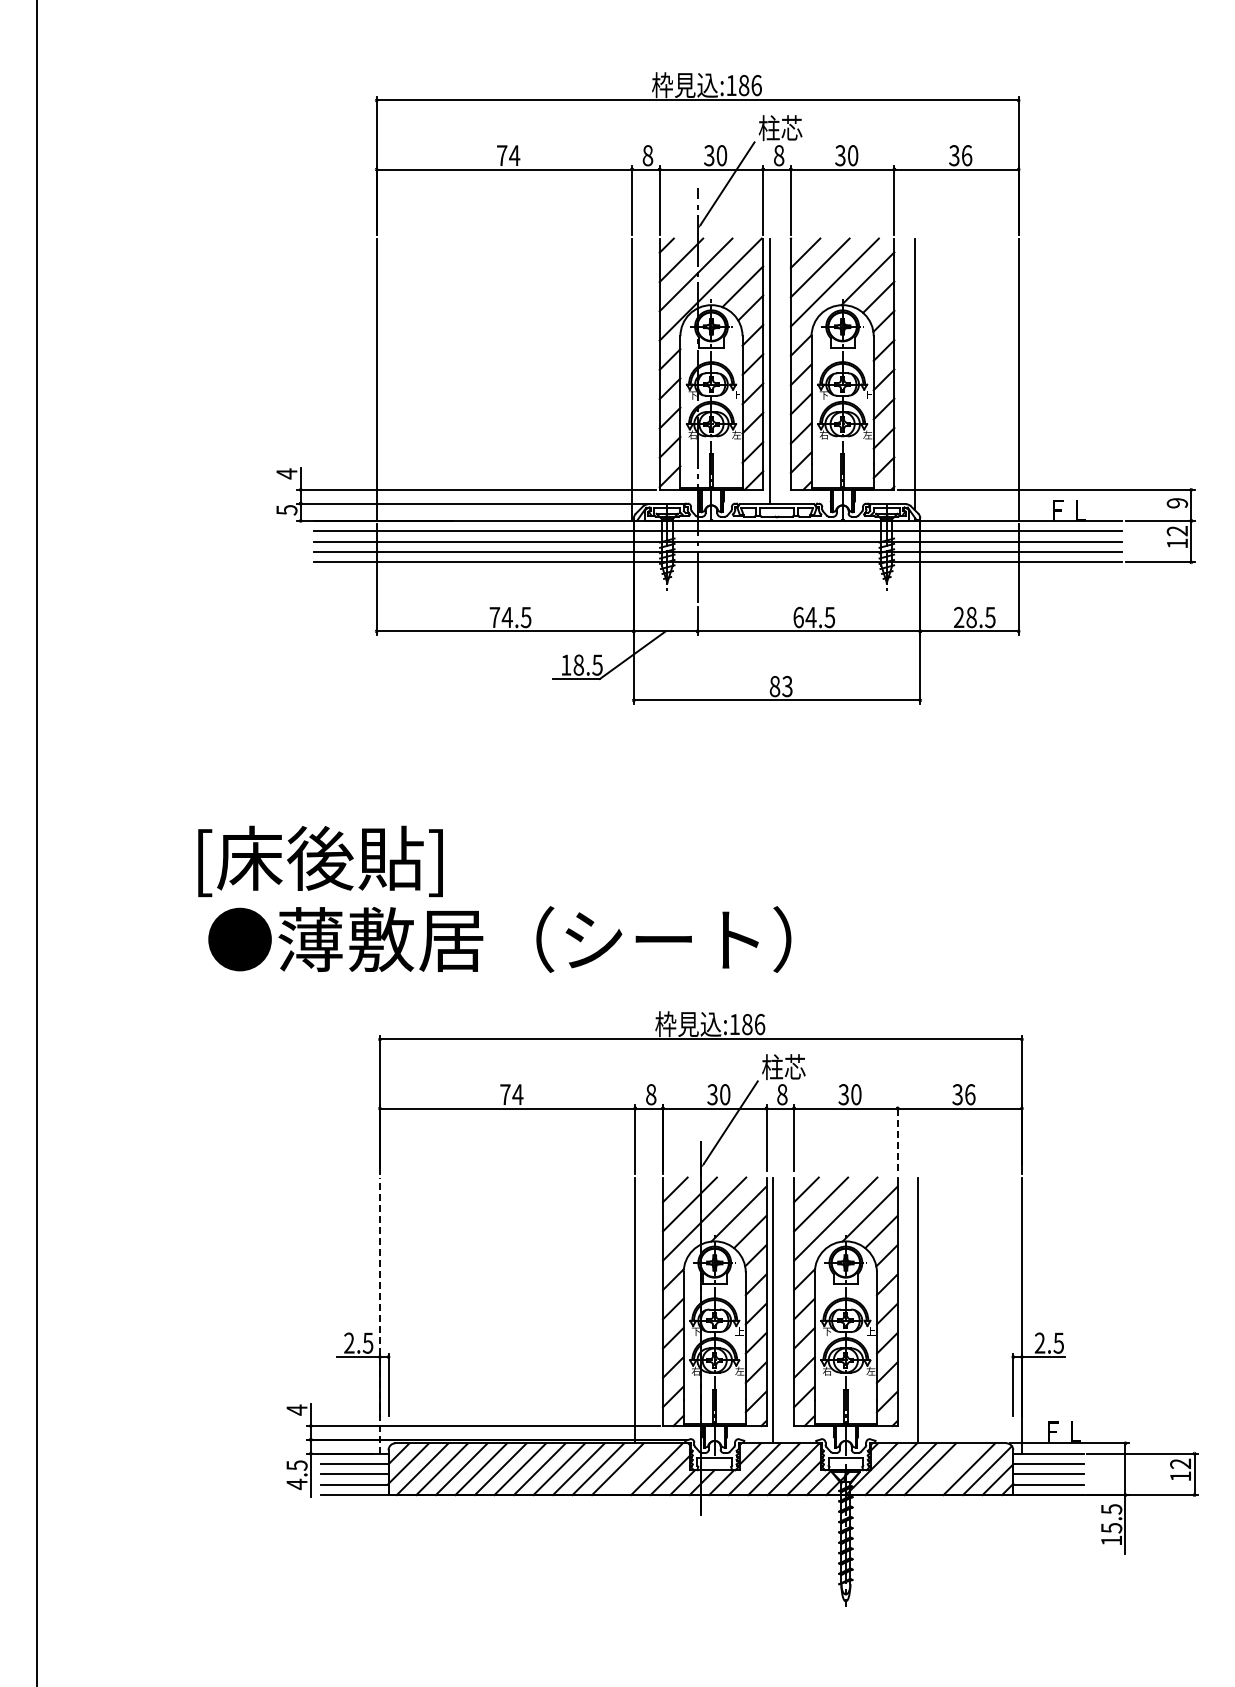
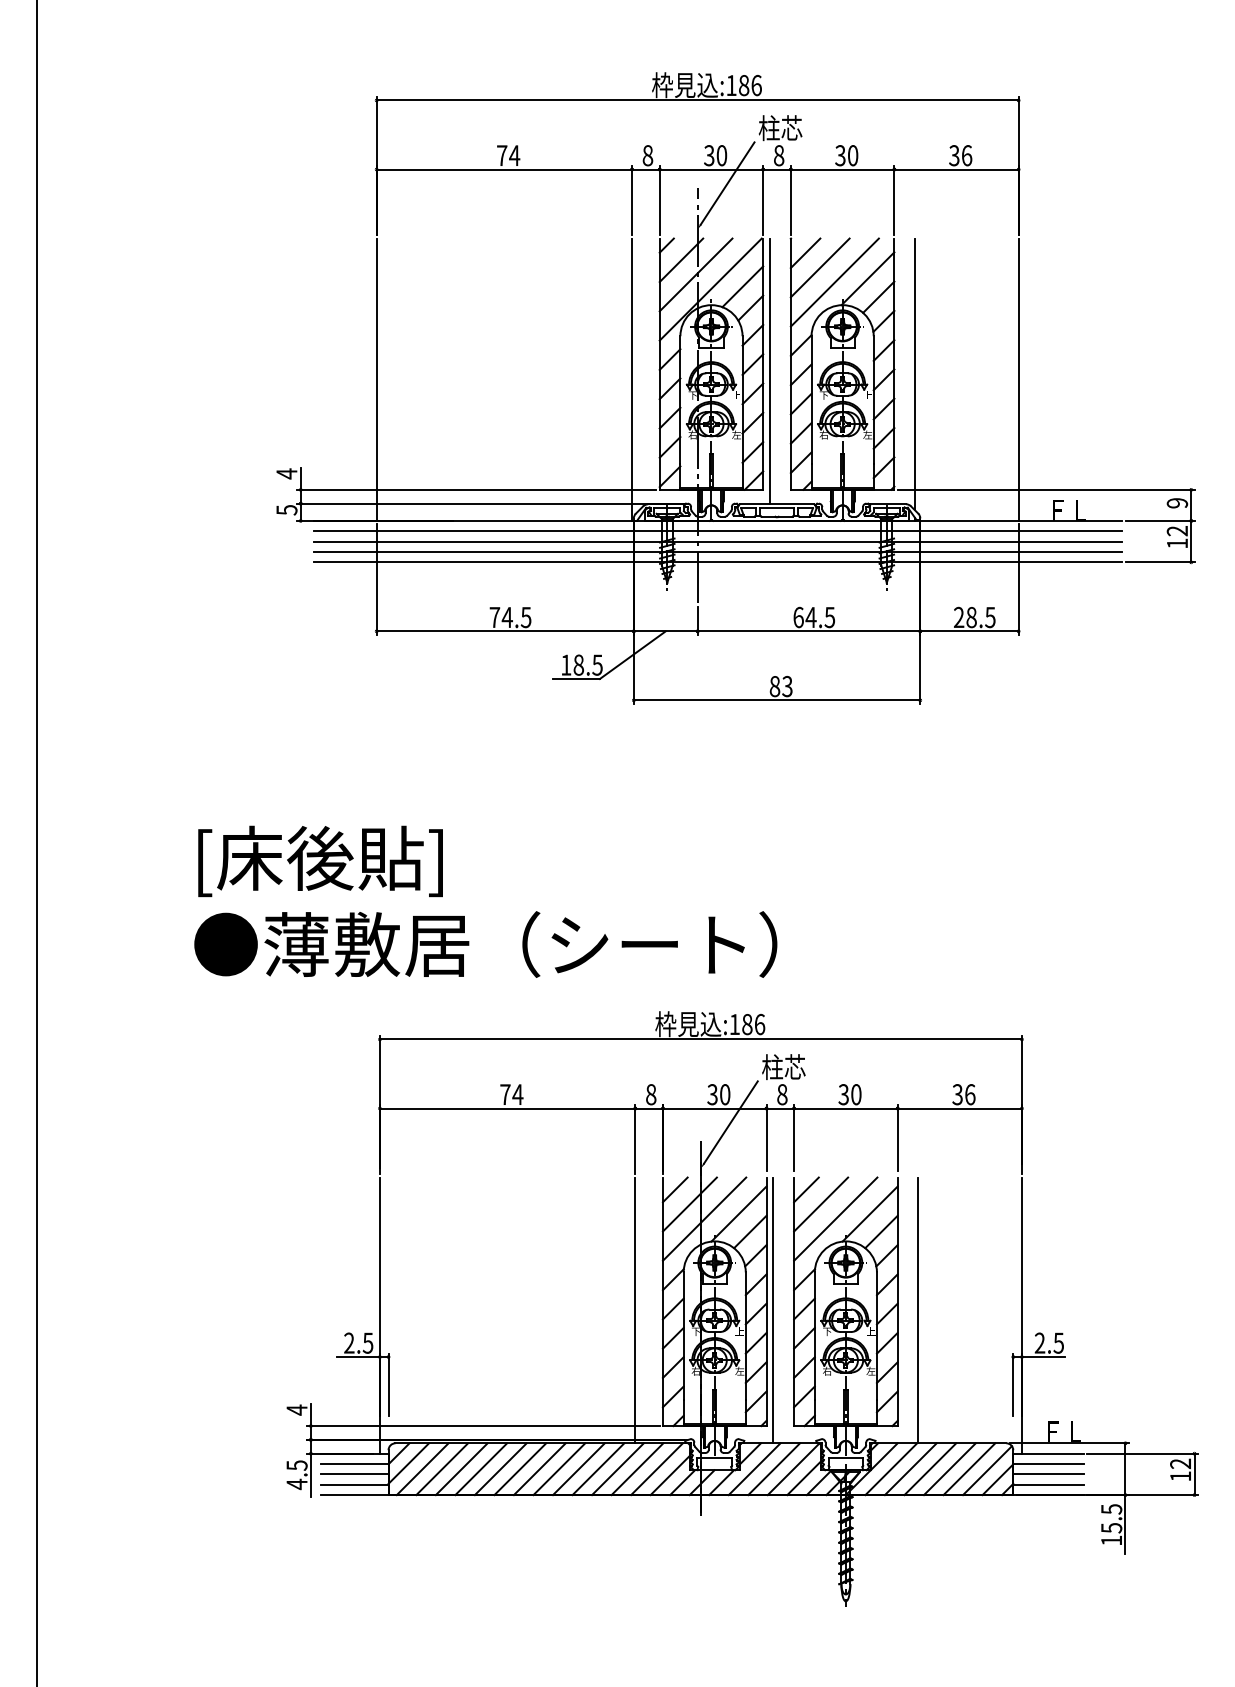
text at (499, 939) position: (499, 939) -> (485, 944)
line at (897, 1137): dashed -> solid
line at (379, 1315): dashed -> solid
line at (637, 1469): none -> present
line at (949, 1469): none -> present
